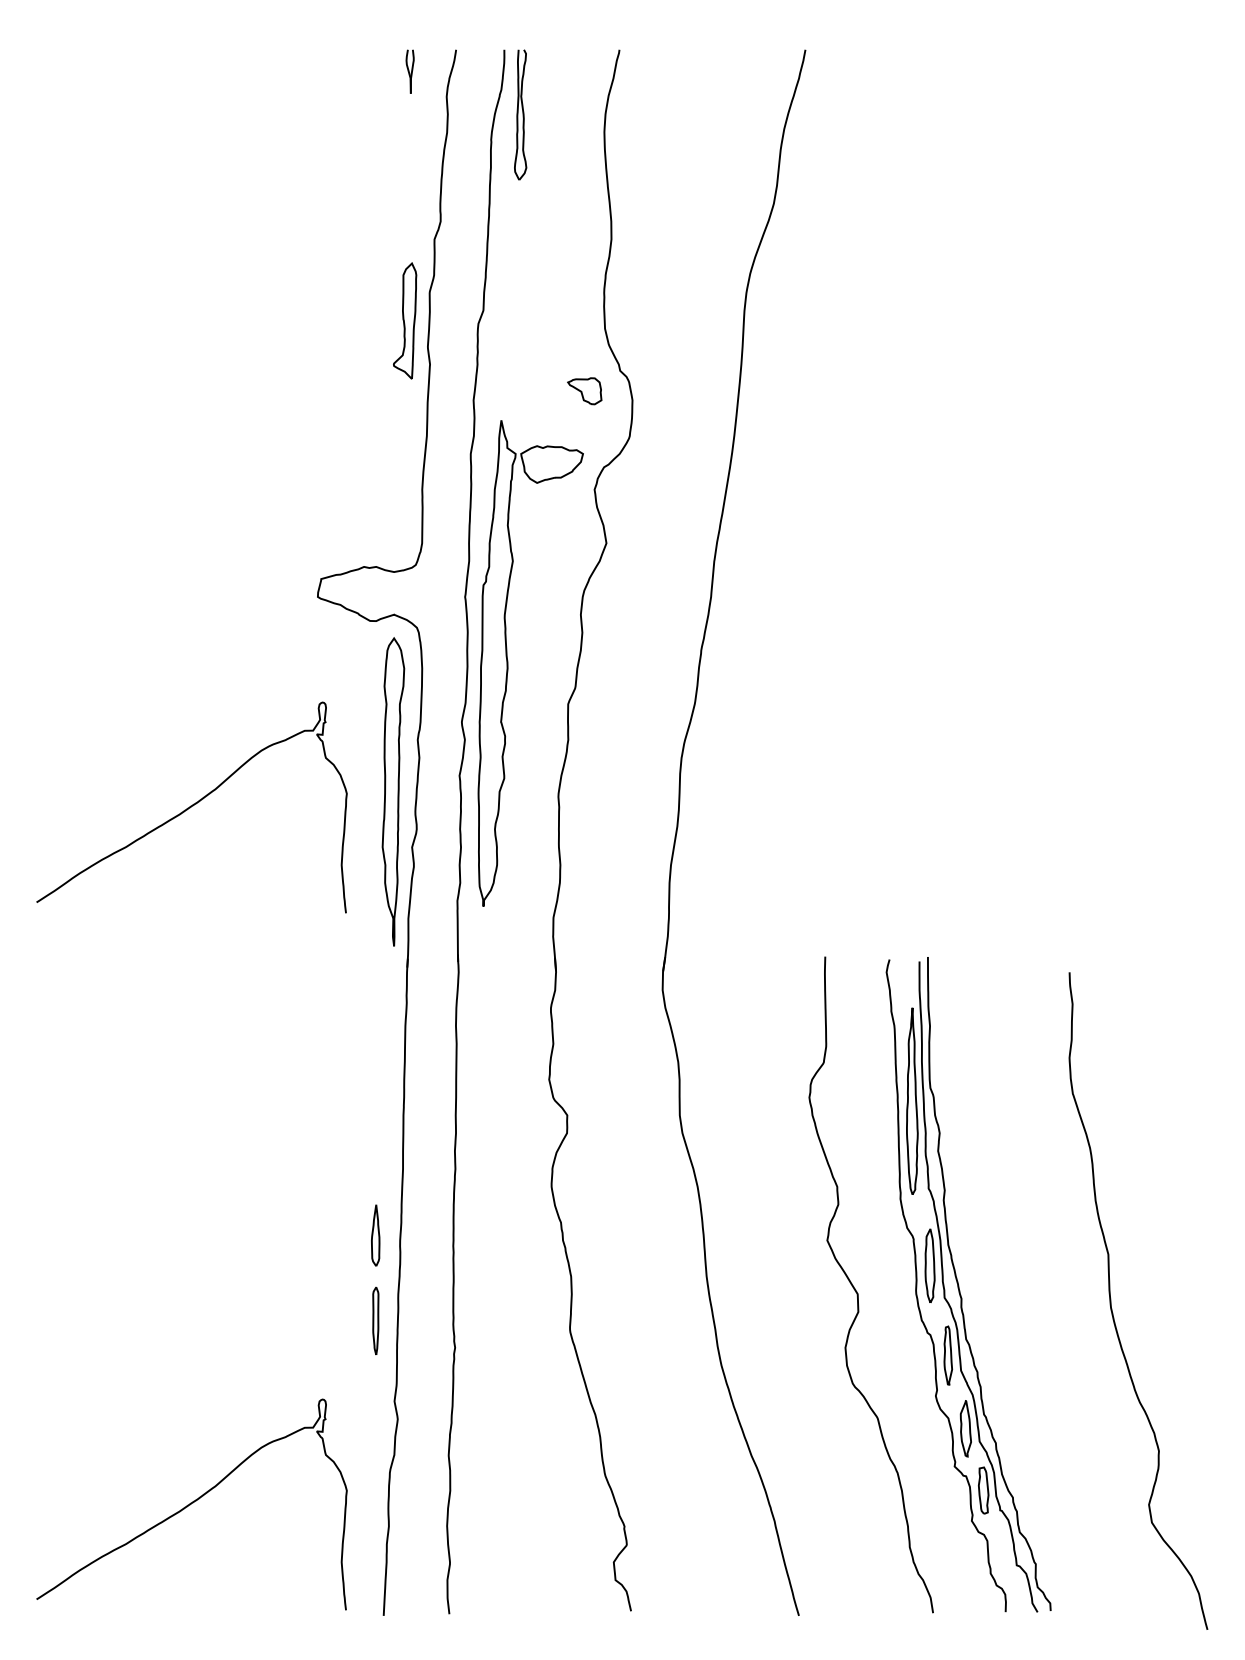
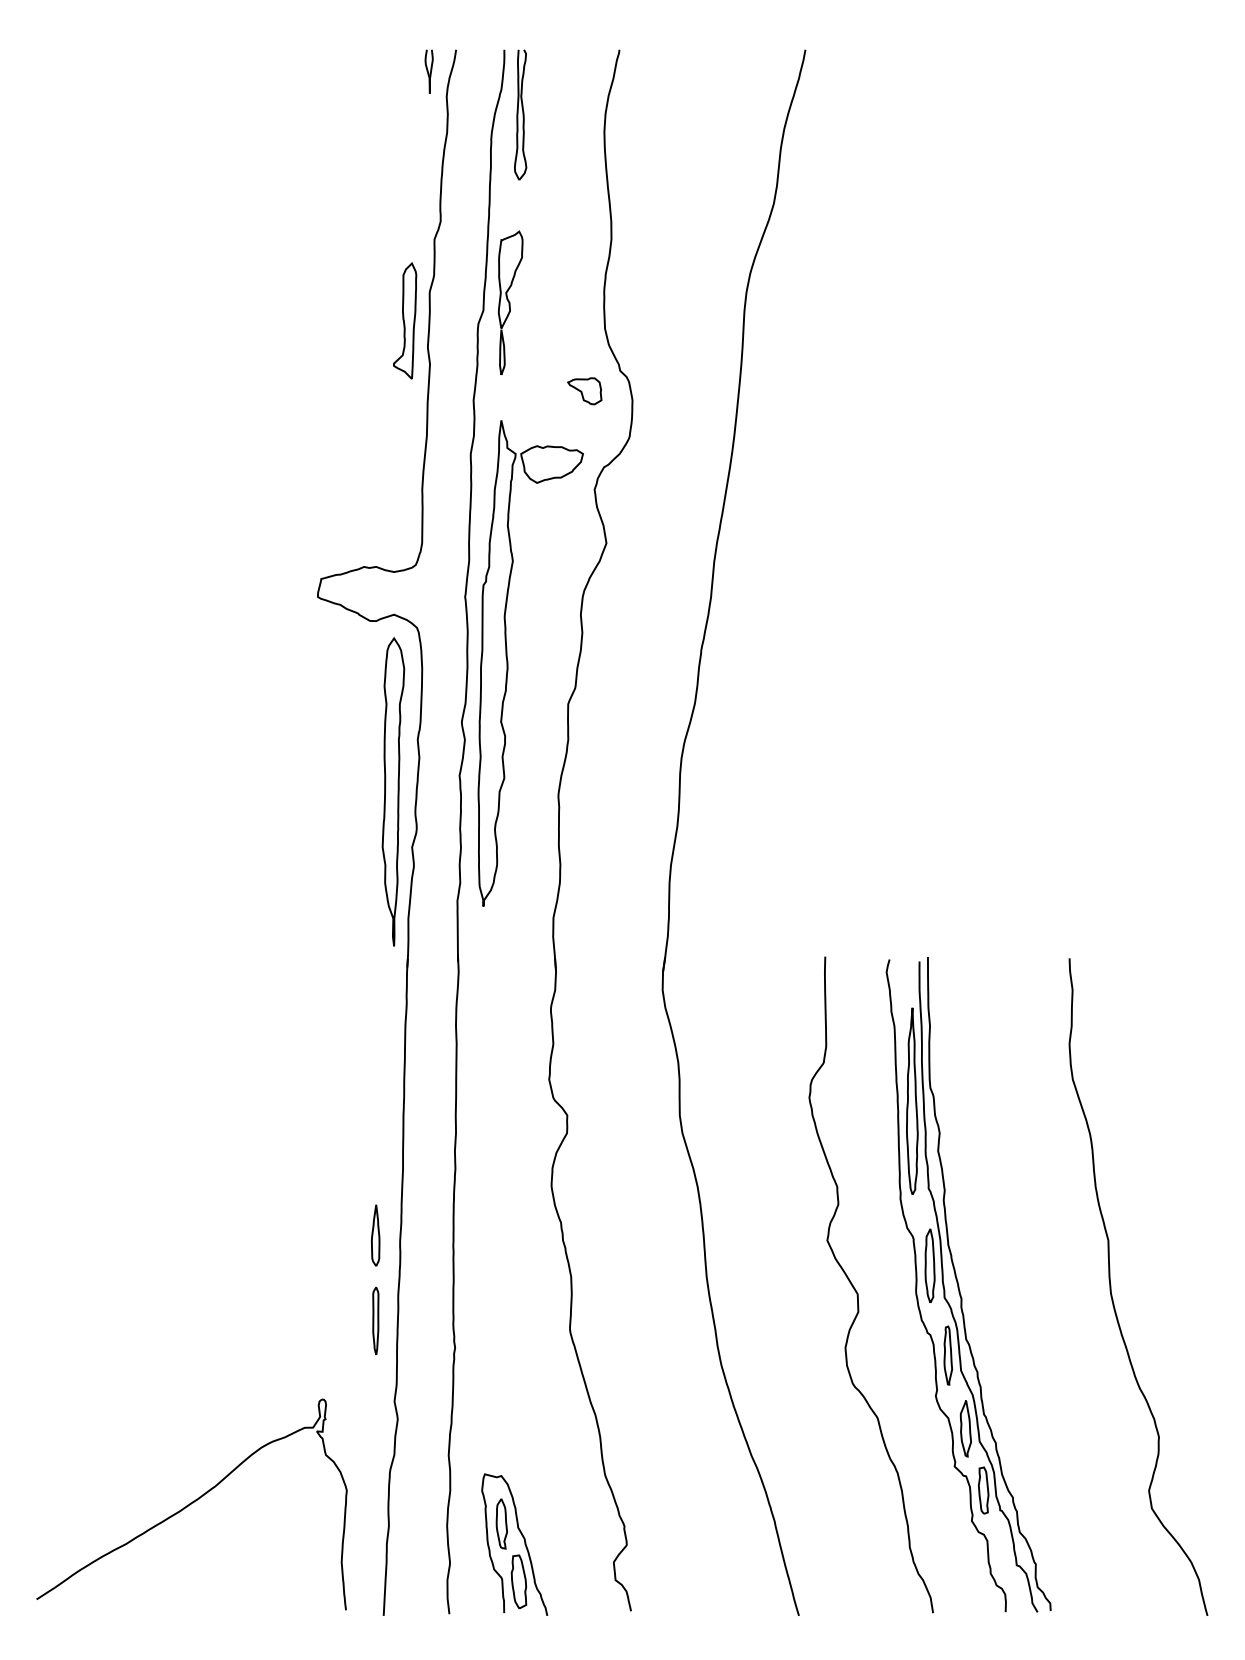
part at (409, 71) position: (409, 71) -> (428, 71)
part at (510, 302): none -> present
curve at (191, 807): present -> none
curve at (1111, 1300) position: (1111, 1300) -> (1111, 1286)
part at (506, 1545): none -> present
